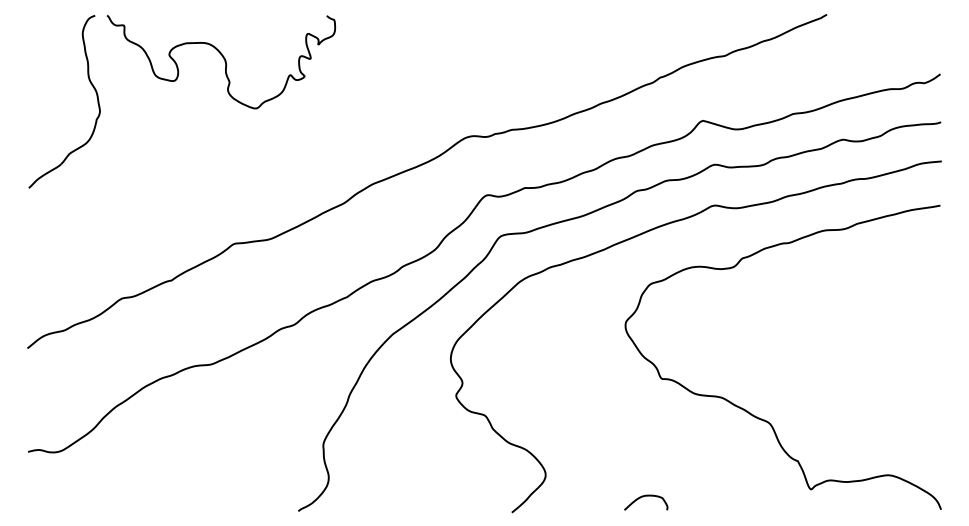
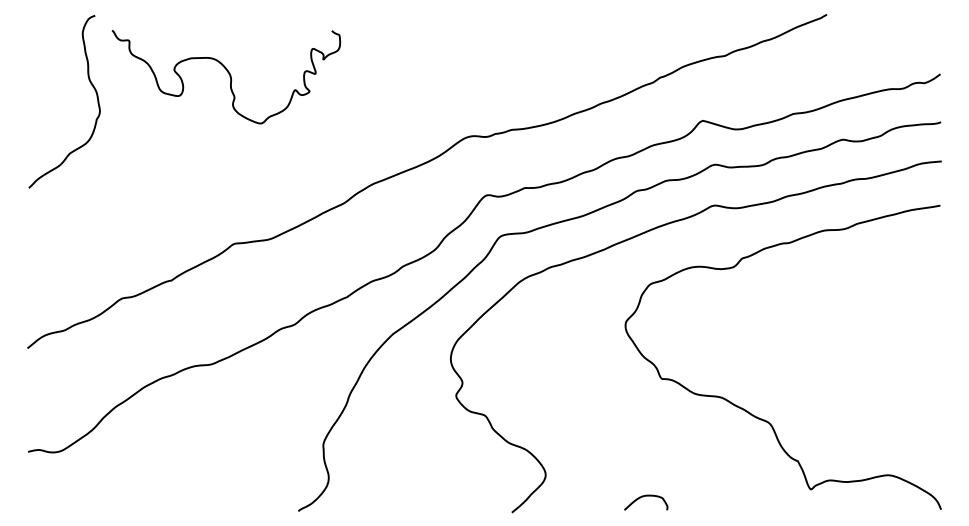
curve at (224, 62) position: (224, 62) -> (229, 77)
